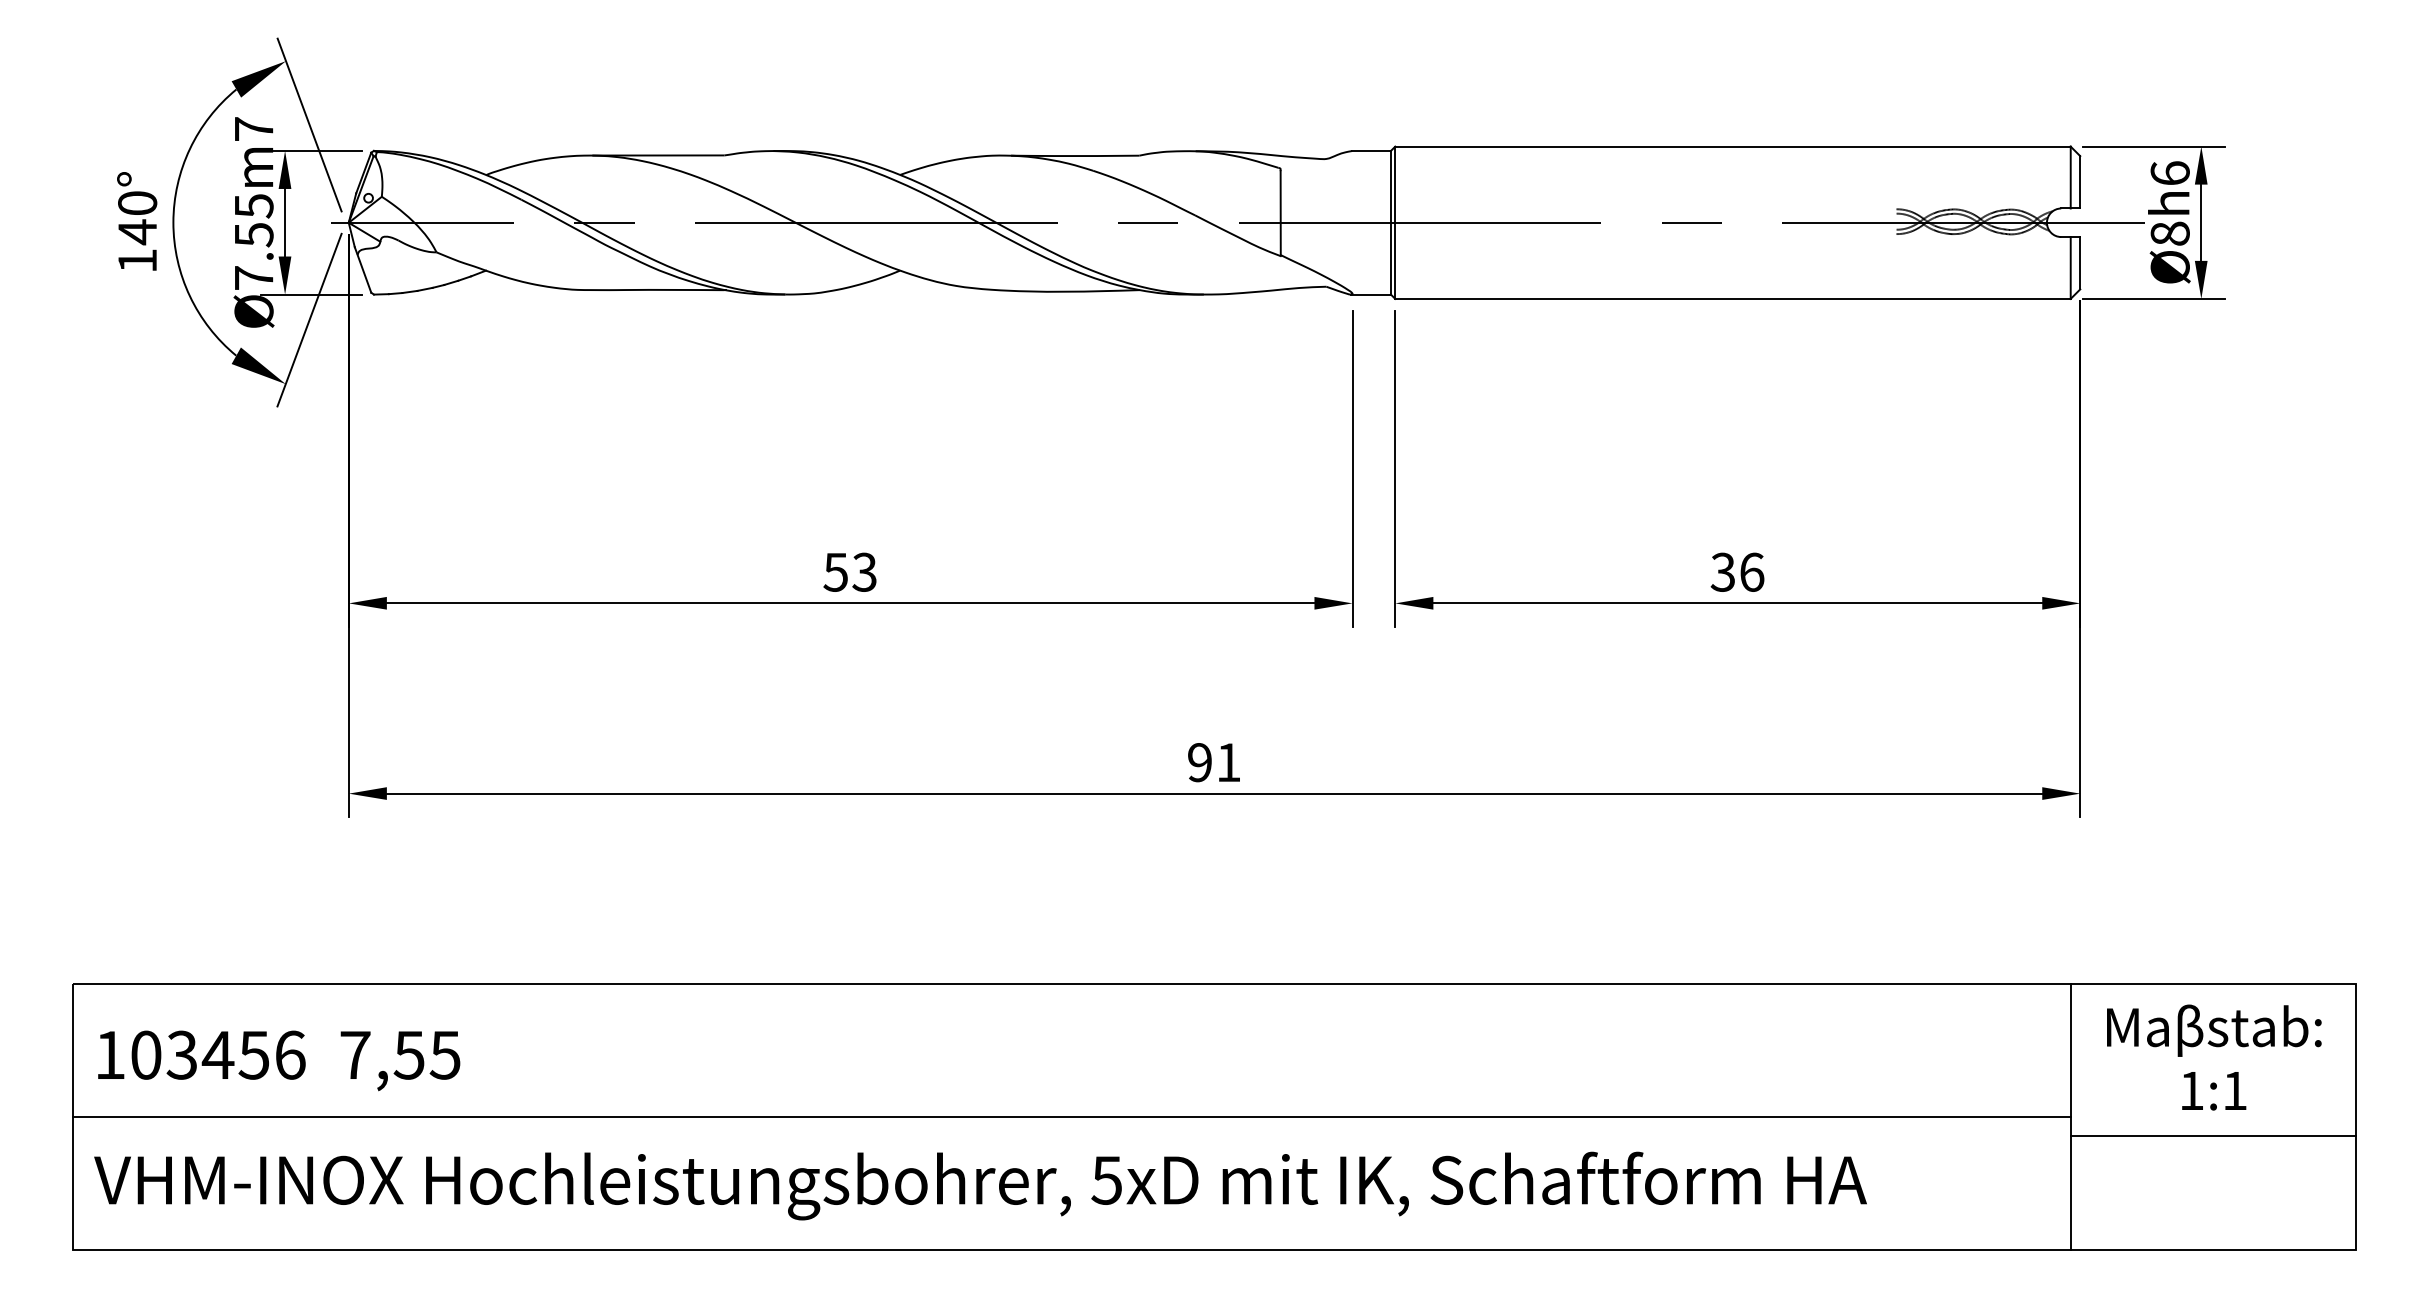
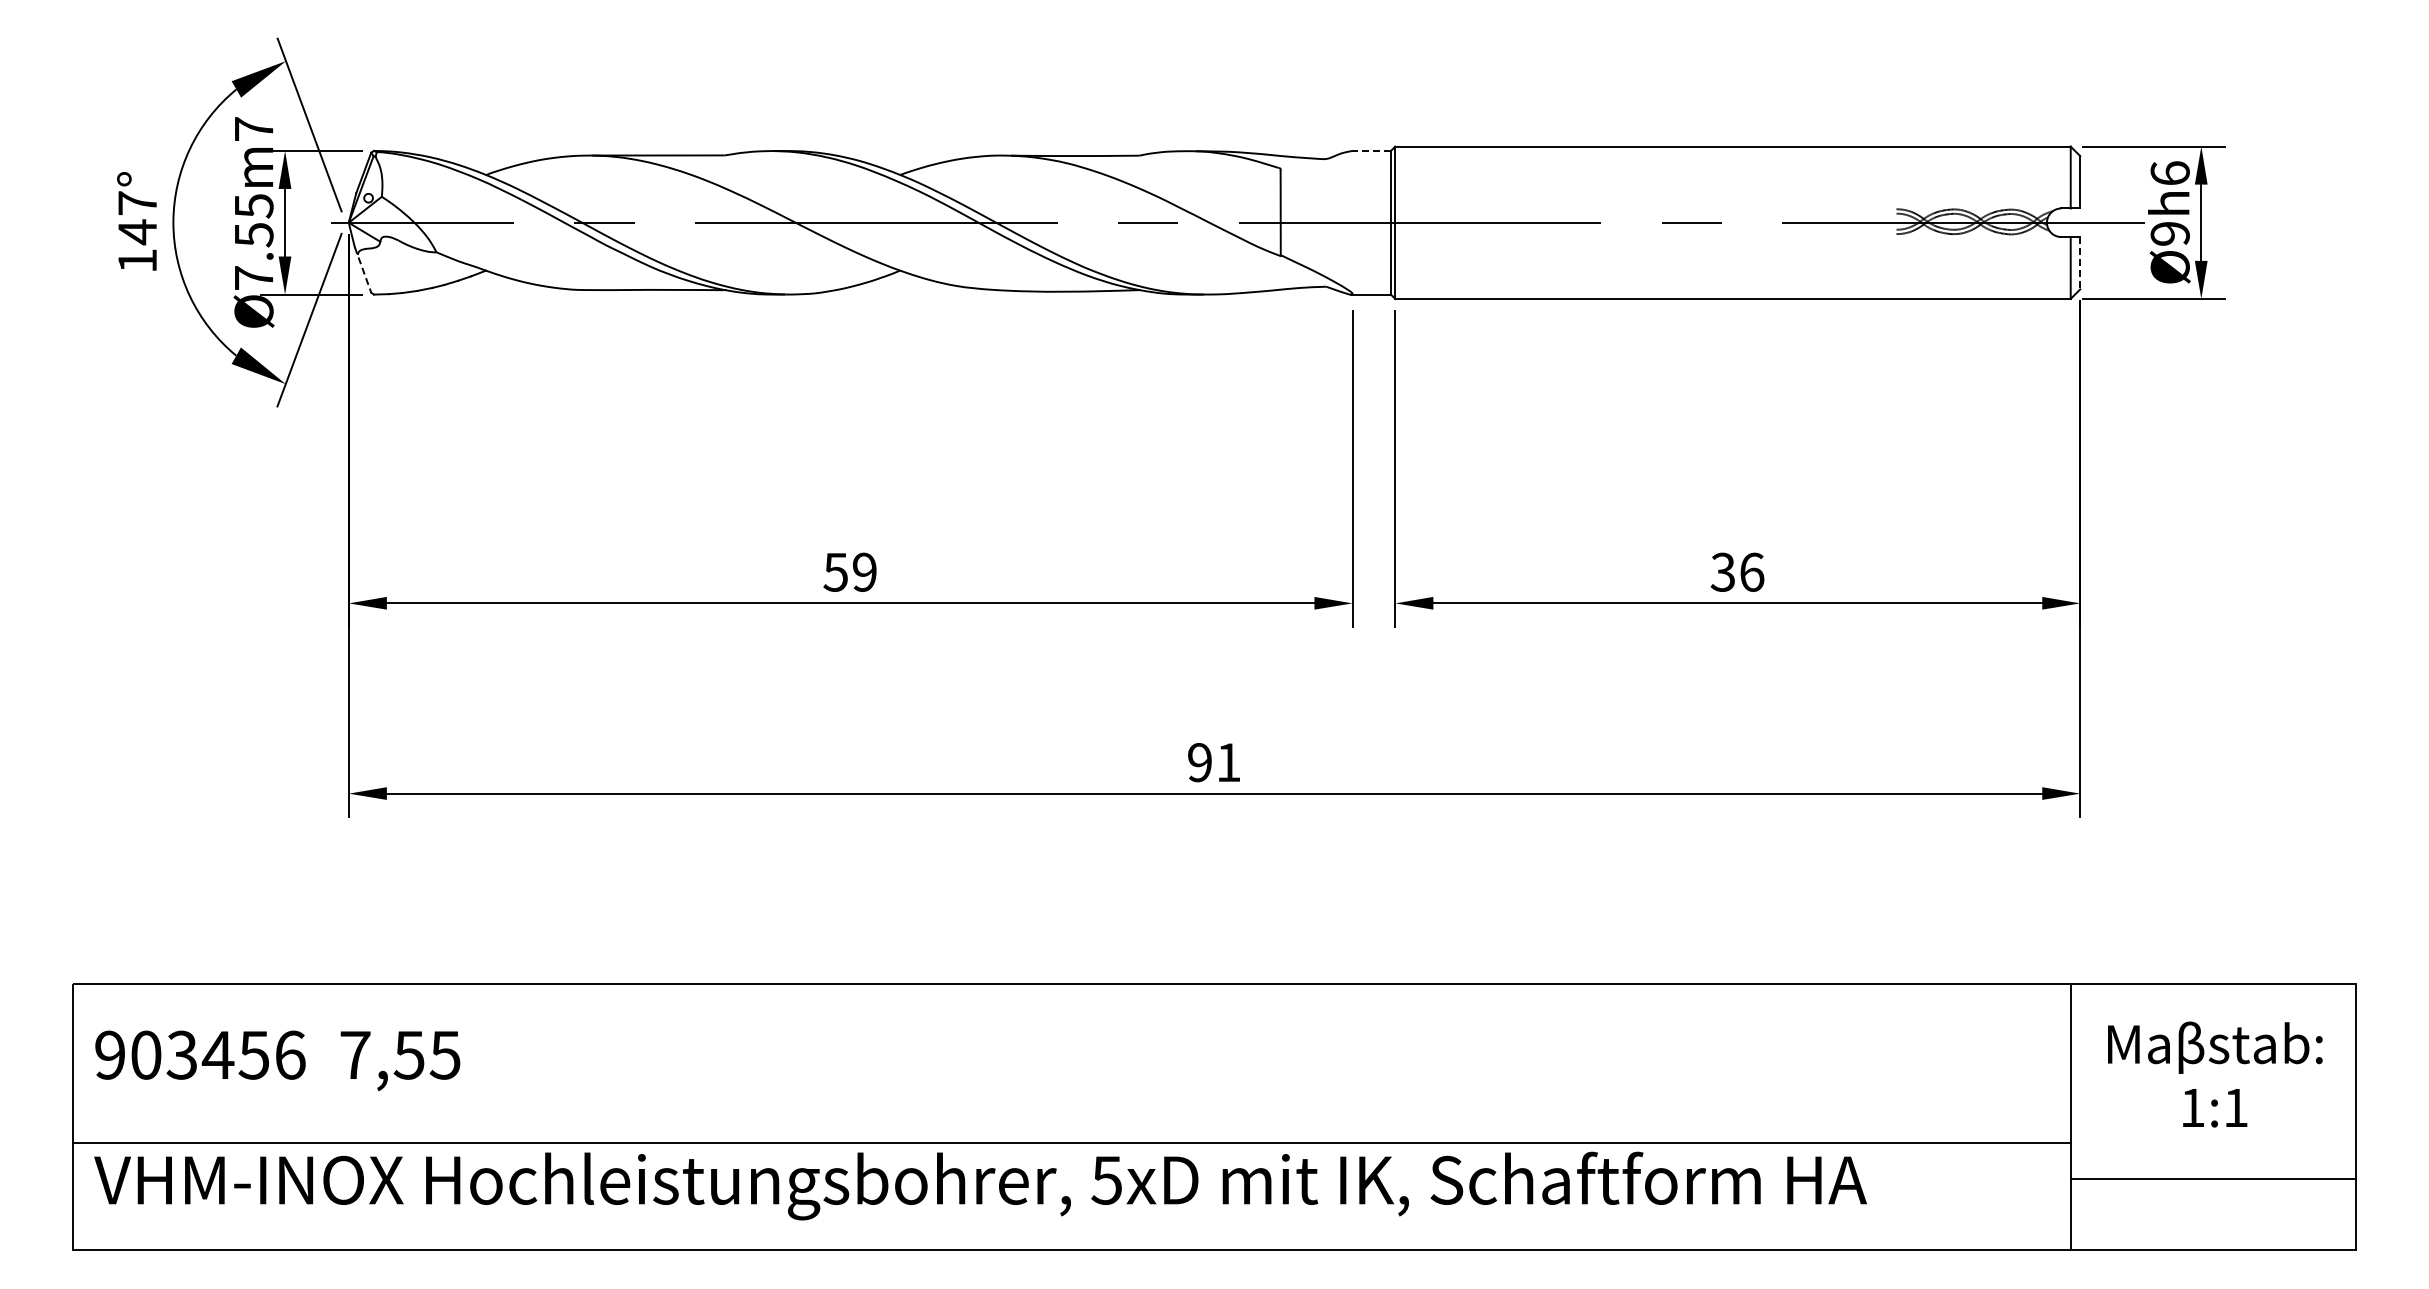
line at (1371, 151): solid -> dashed
text at (137, 203): 140° -> 147°
text at (2169, 233): Ø8h6 -> Ø9h6
line at (2080, 263): solid -> dashed
line at (363, 270): solid -> dashed
text at (864, 571): 53 -> 59
text at (109, 1054): 103456 -> 903456
text at (2214, 1057) position: (2214, 1057) -> (2215, 1074)
line at (1071, 1117) position: (1071, 1117) -> (1071, 1143)
line at (2213, 1136) position: (2213, 1136) -> (2213, 1179)
